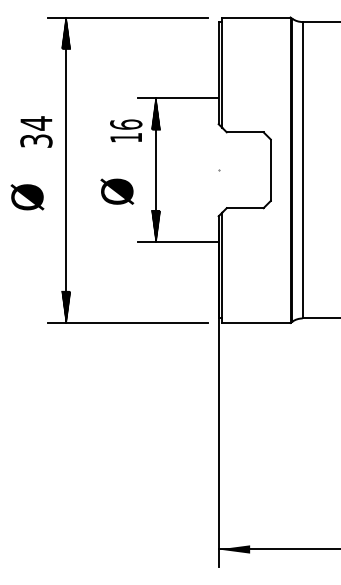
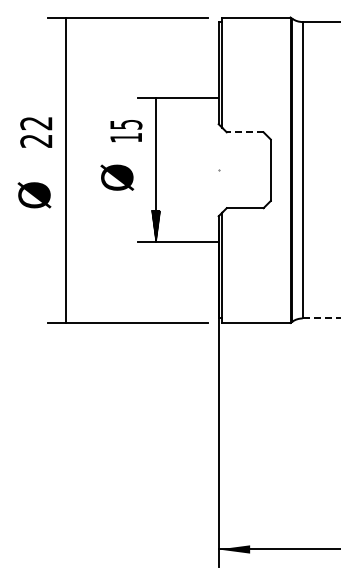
hatch at (66, 32): present -> none
hatch at (155, 113): present -> none
text at (126, 124): 16 -> 15
text at (36, 131): 34 -> 22
line at (244, 132): solid -> dashed
text at (117, 191) position: (117, 191) -> (117, 177)
text at (27, 197) position: (27, 197) -> (34, 195)
hatch at (66, 306): present -> none
line at (321, 318): solid -> dashed
